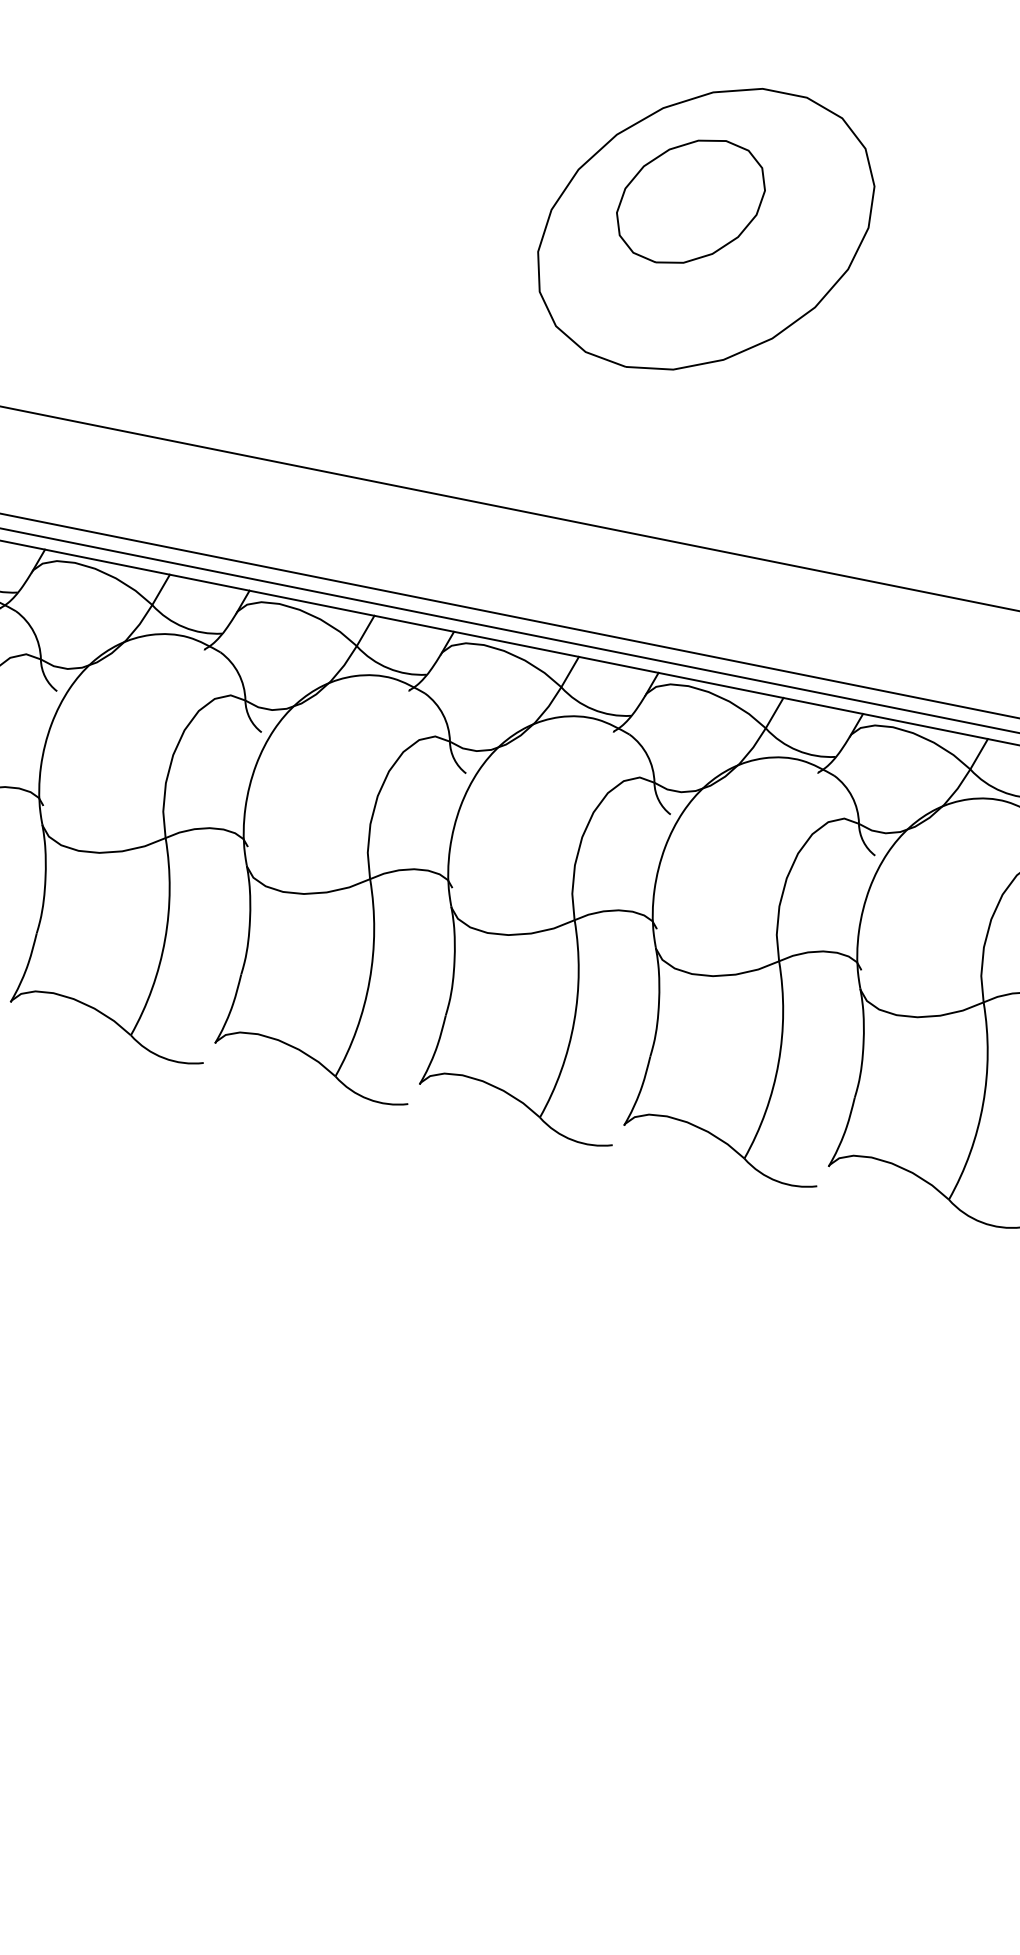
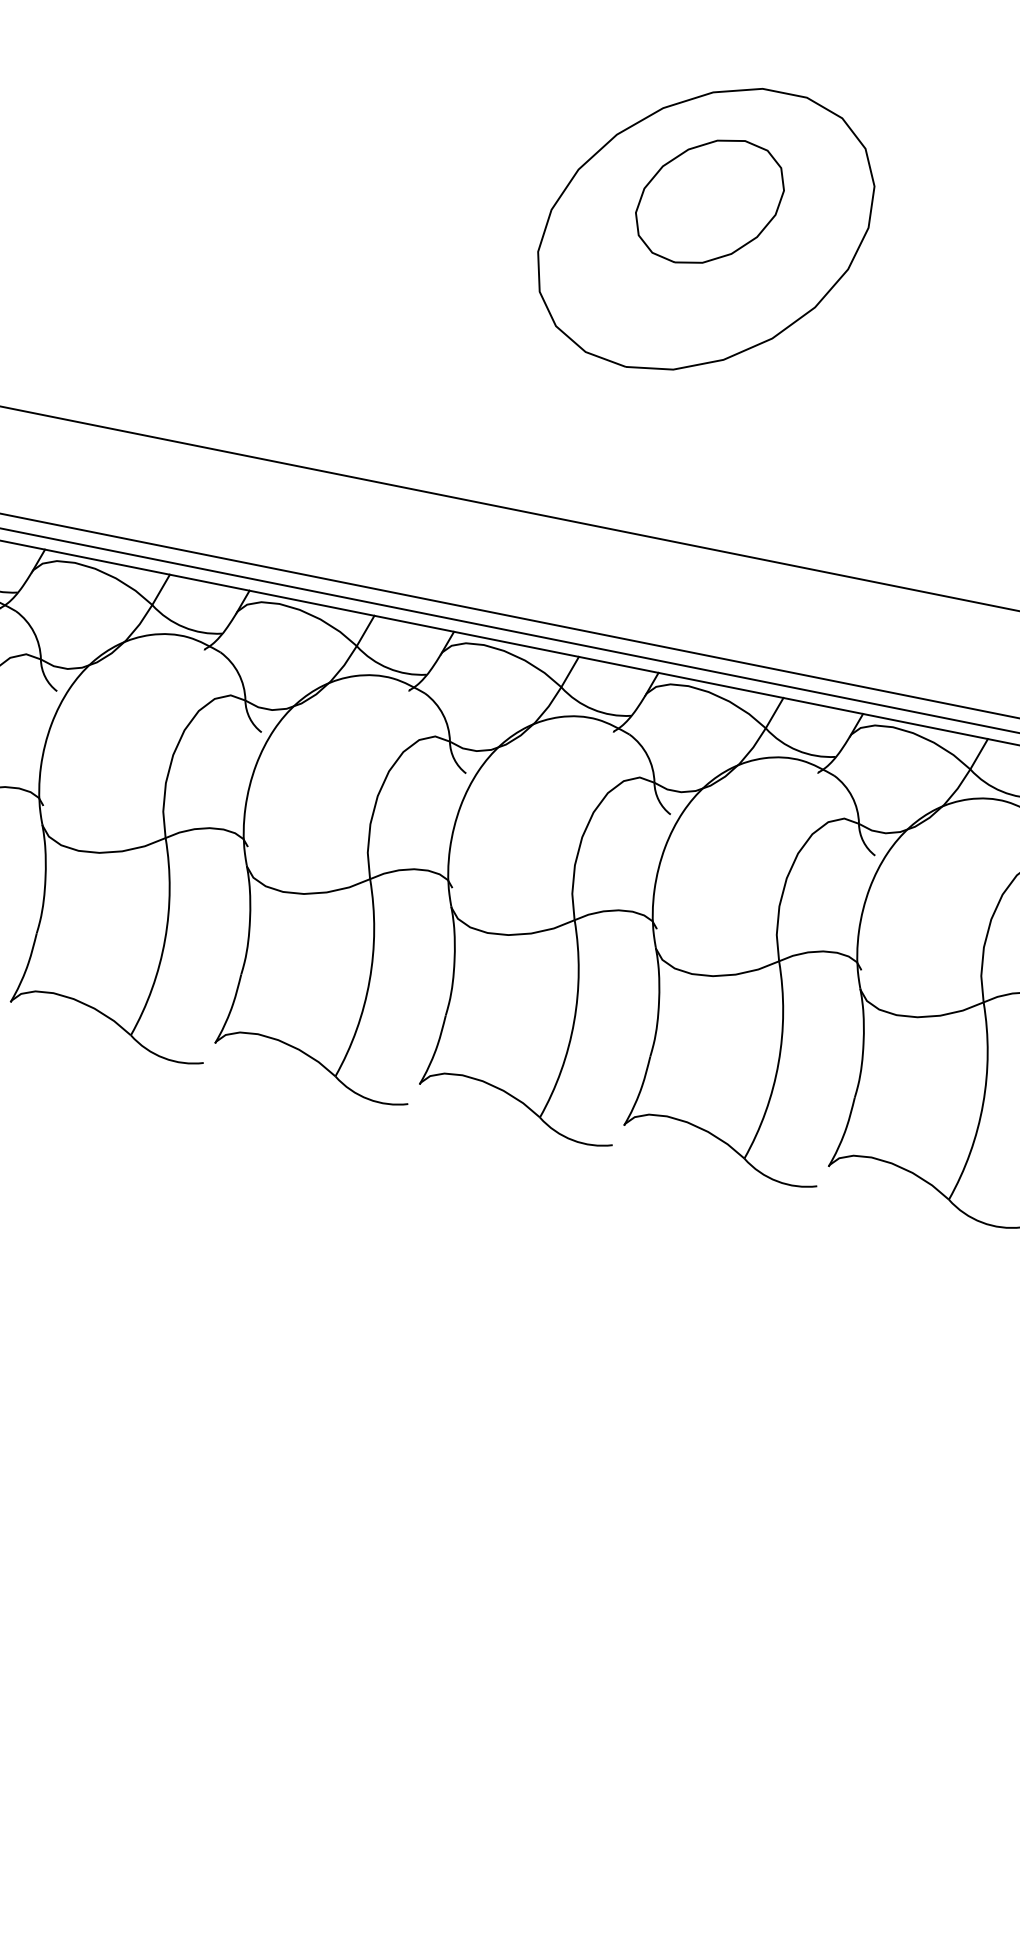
part at (690, 201) position: (690, 201) -> (709, 201)
